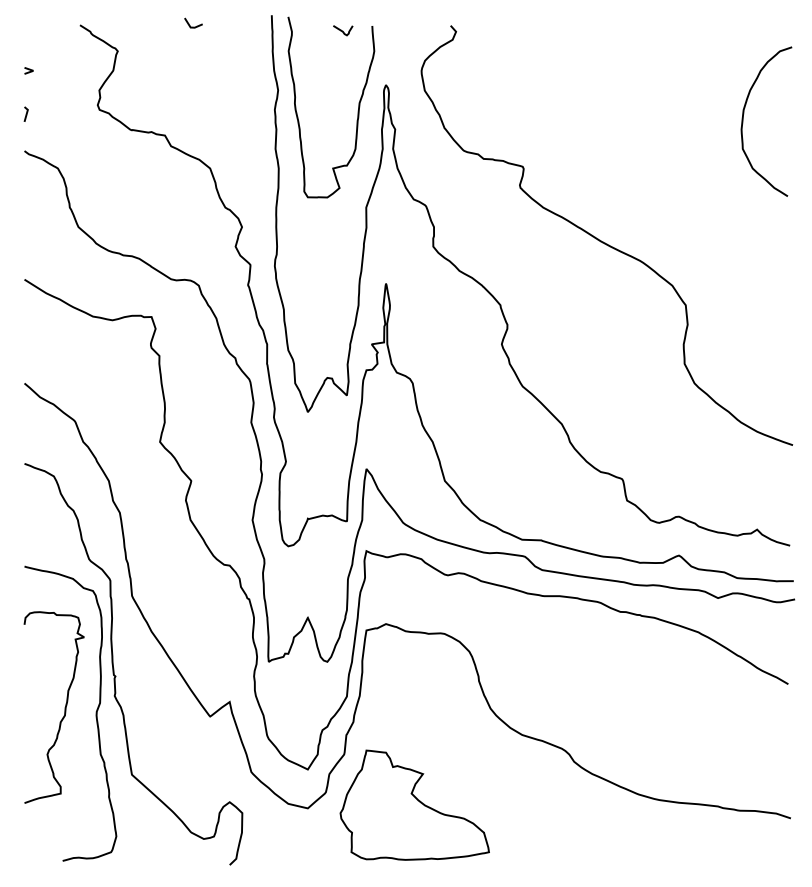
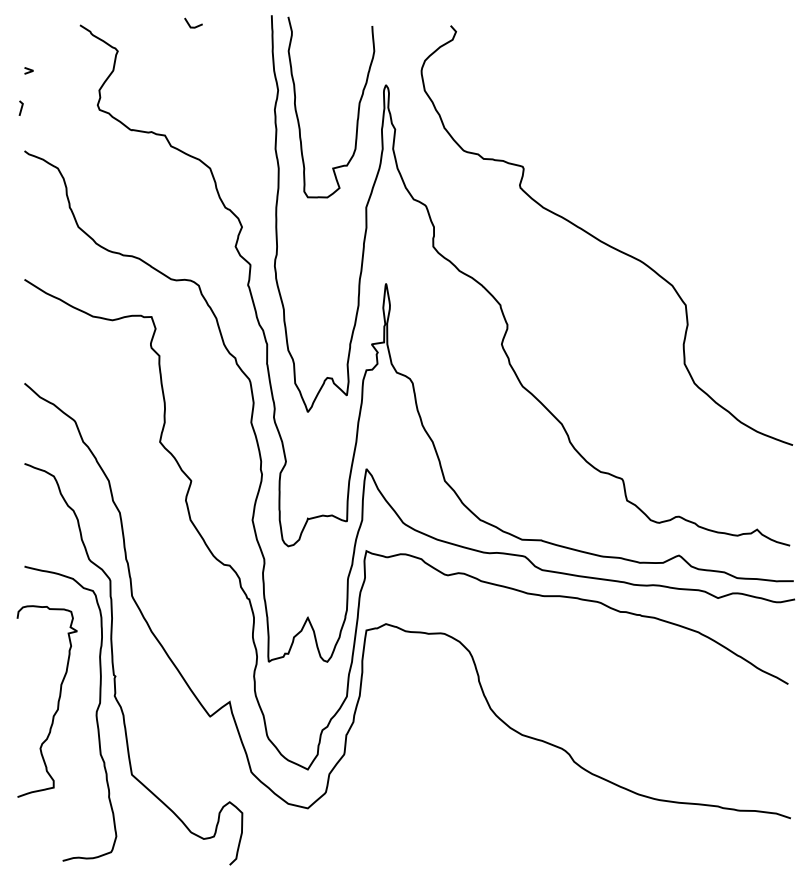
curve at (342, 30): present -> none
line at (26, 113) position: (26, 113) -> (21, 107)
curve at (743, 121): present -> none
curve at (64, 707) position: (64, 707) -> (57, 701)
part at (414, 804): present -> none
